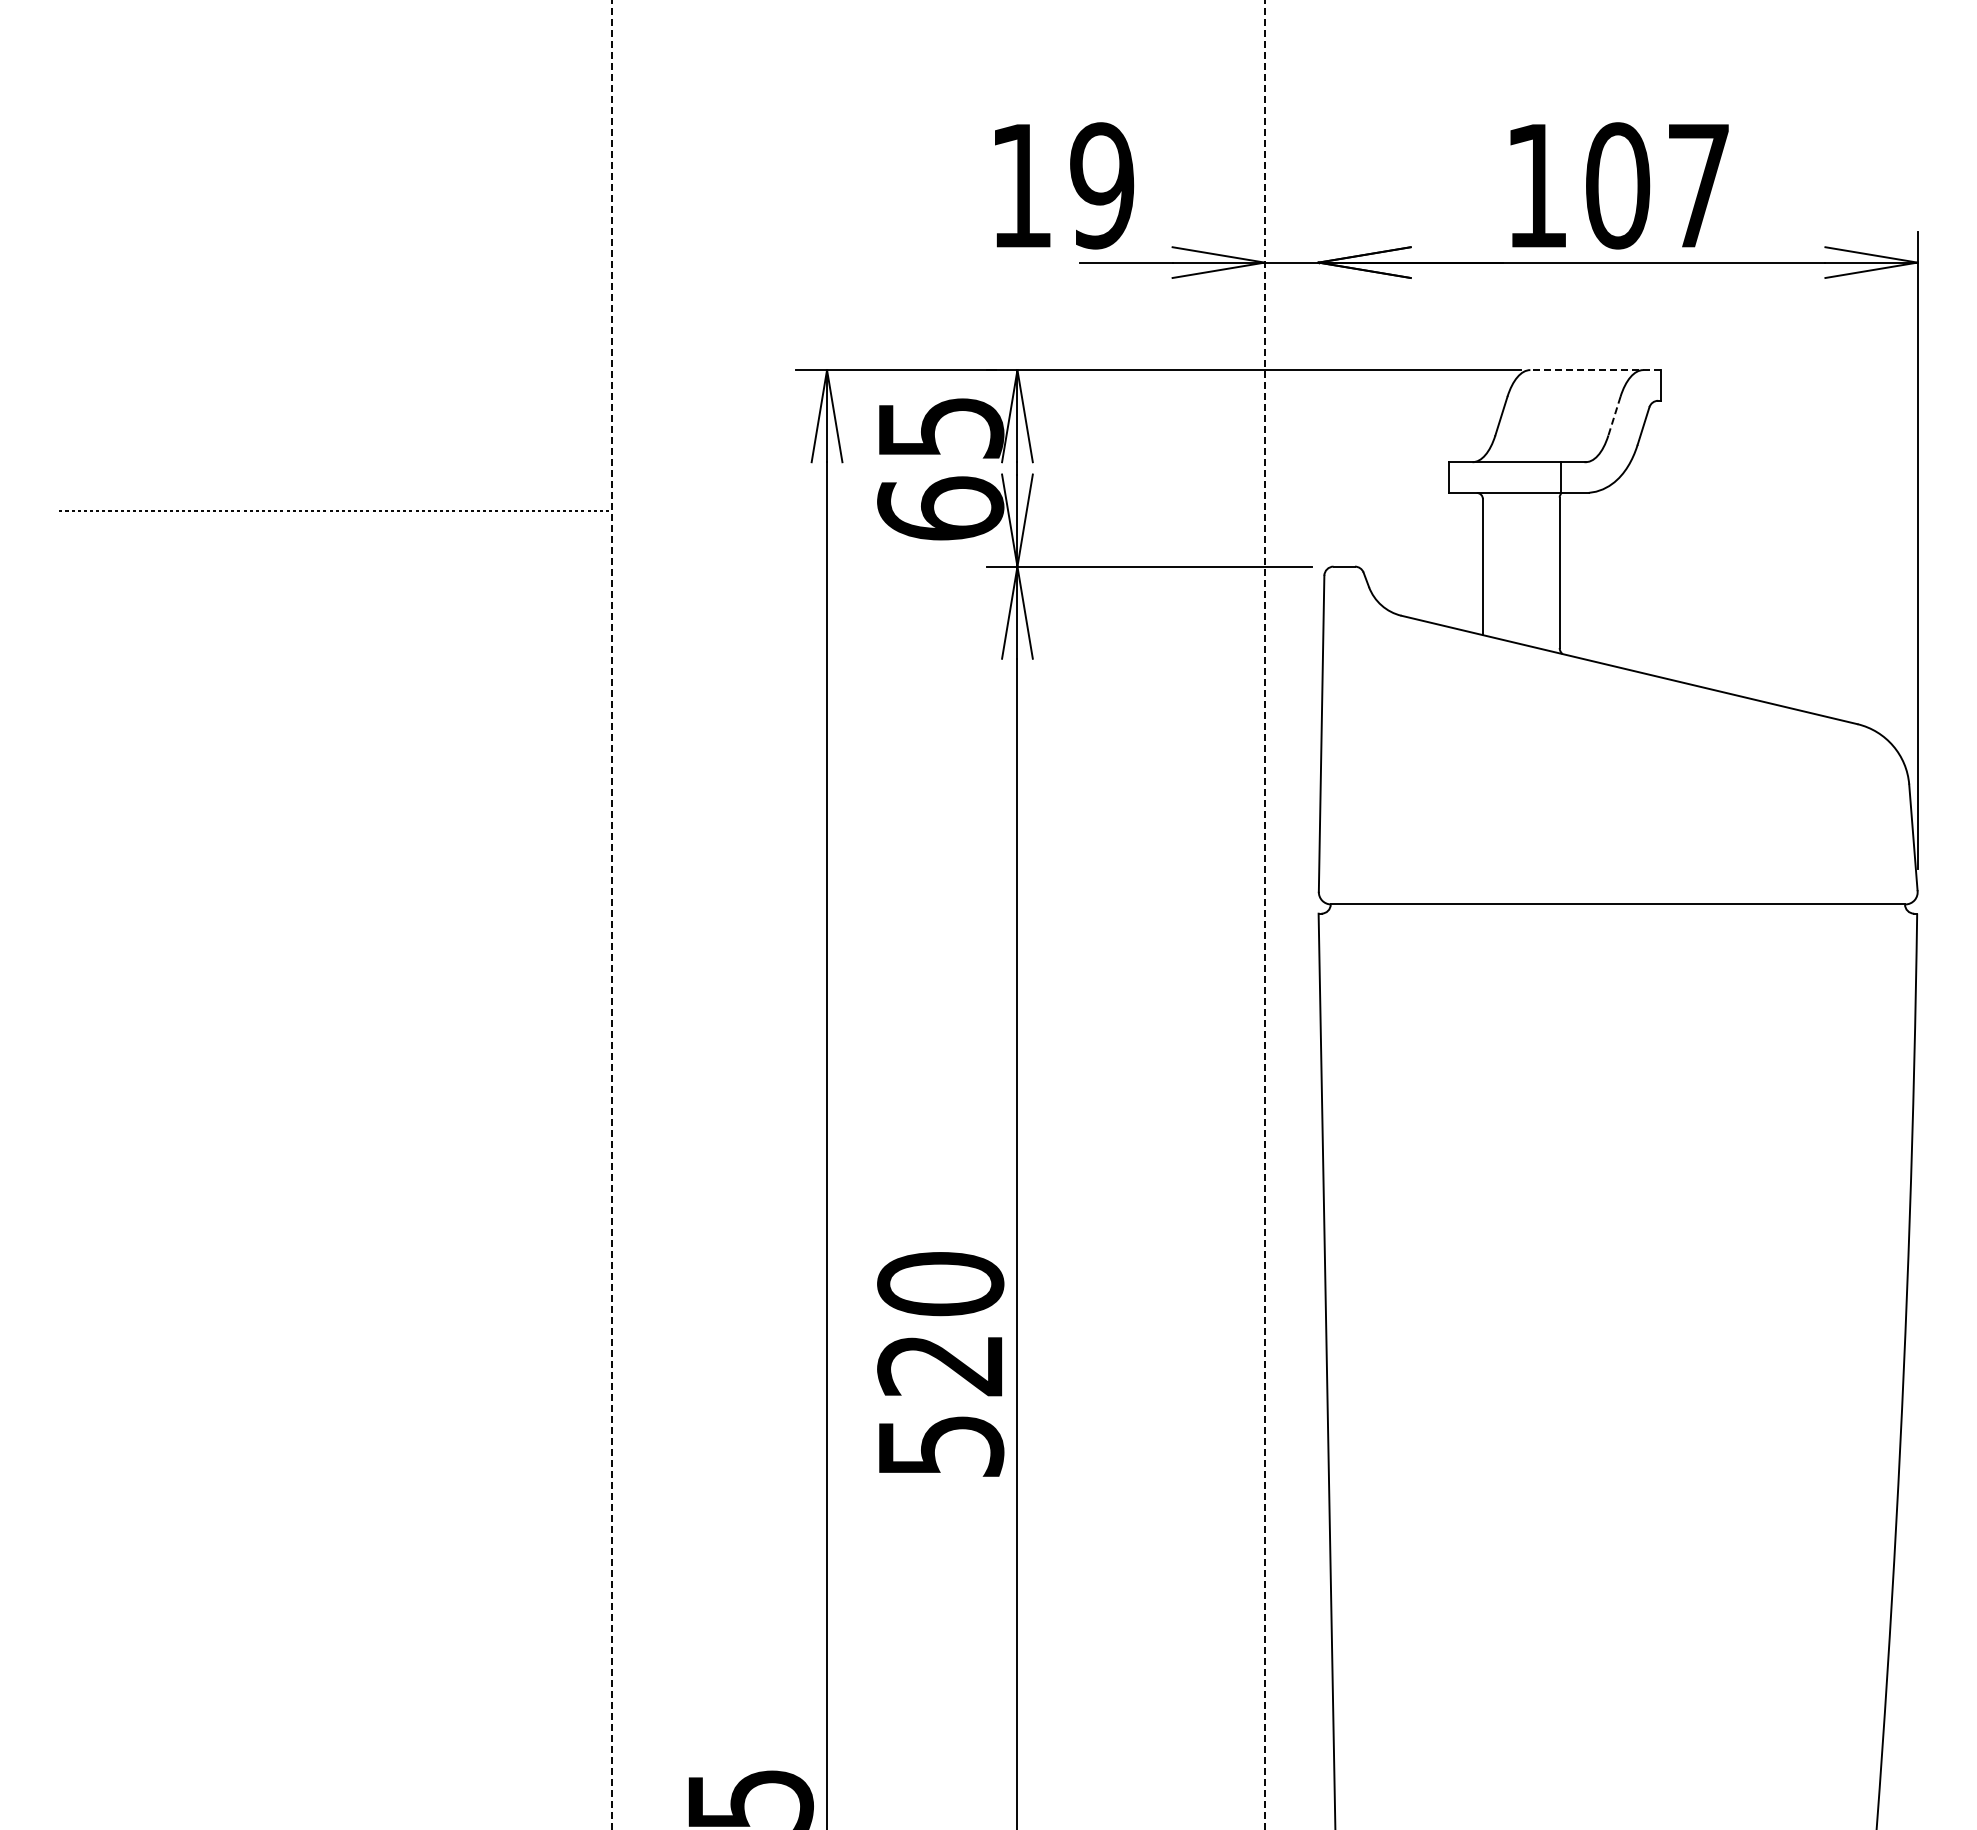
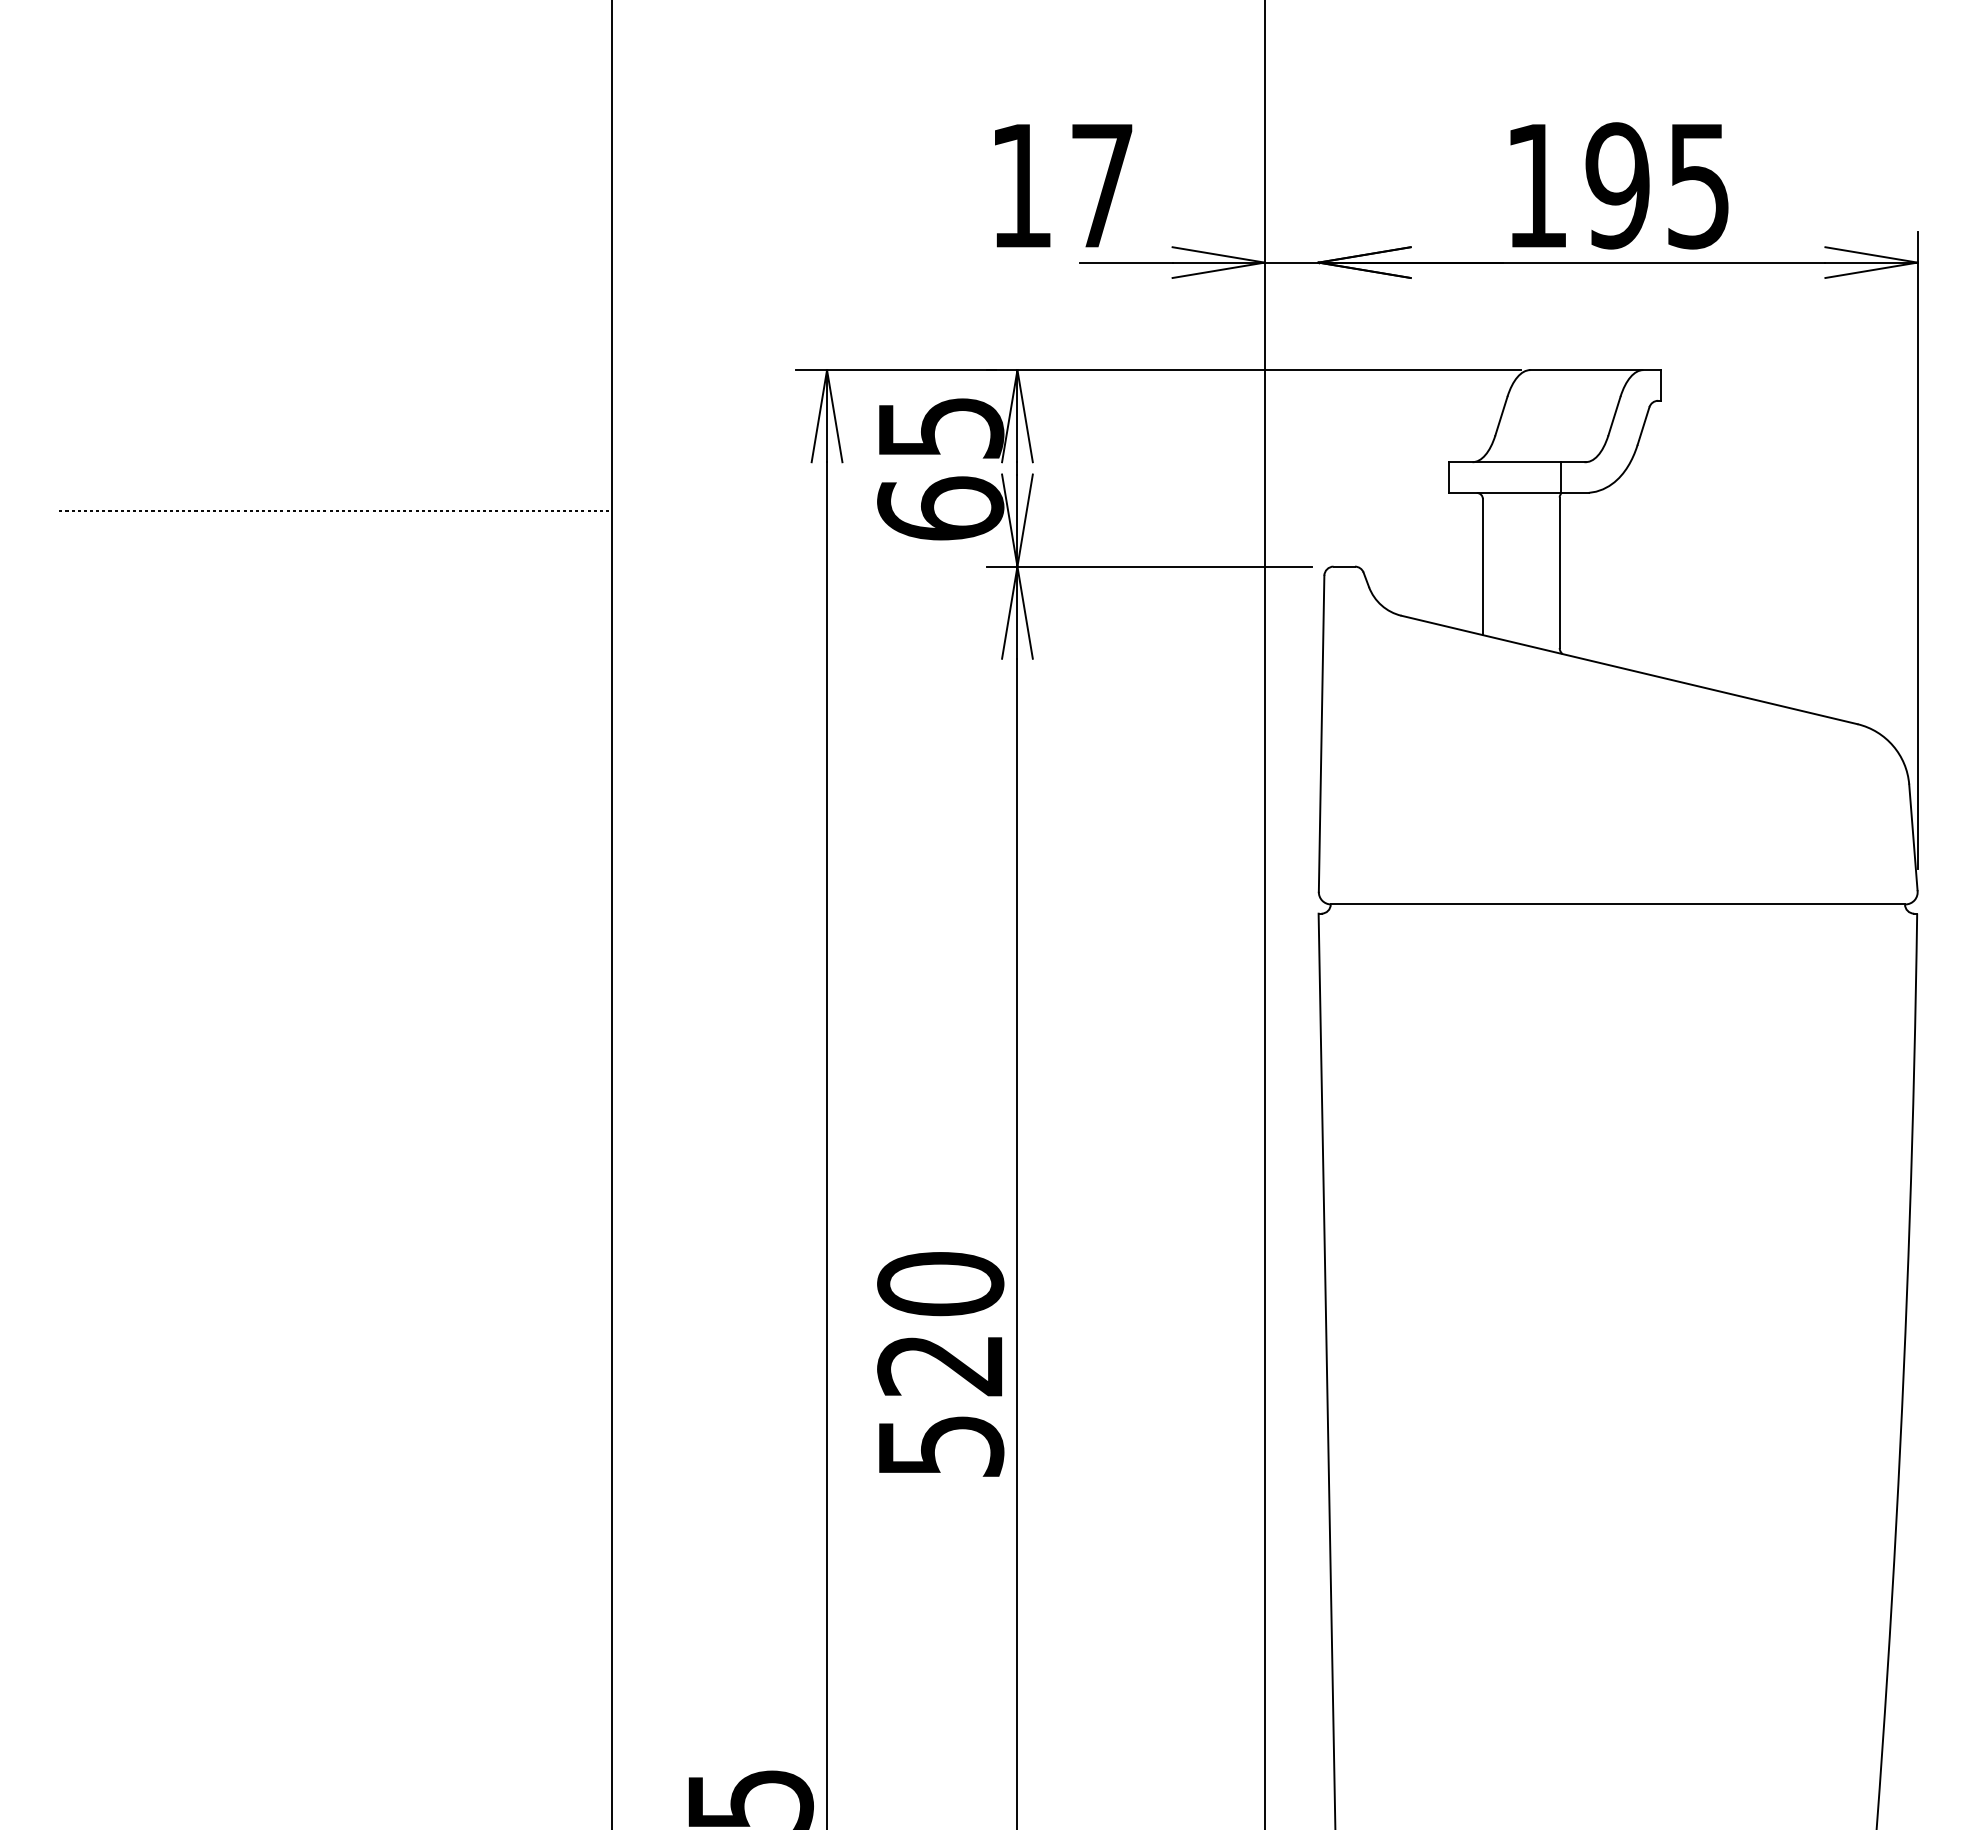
text at (1102, 185): 19 -> 17
text at (1656, 185): 107 -> 195
line at (1595, 370): dashed -> solid
line at (1614, 416): dashed -> solid
line at (612, 914): dashed -> solid
line at (1264, 914): dashed -> solid
